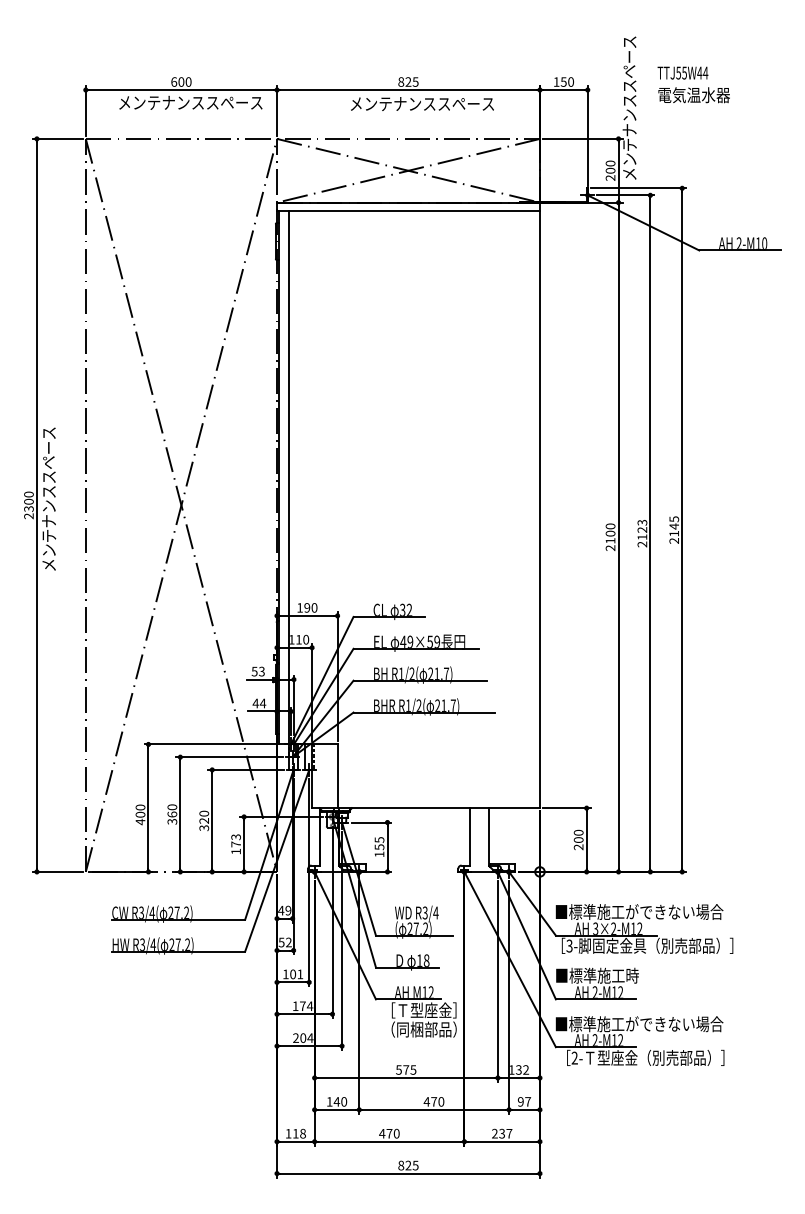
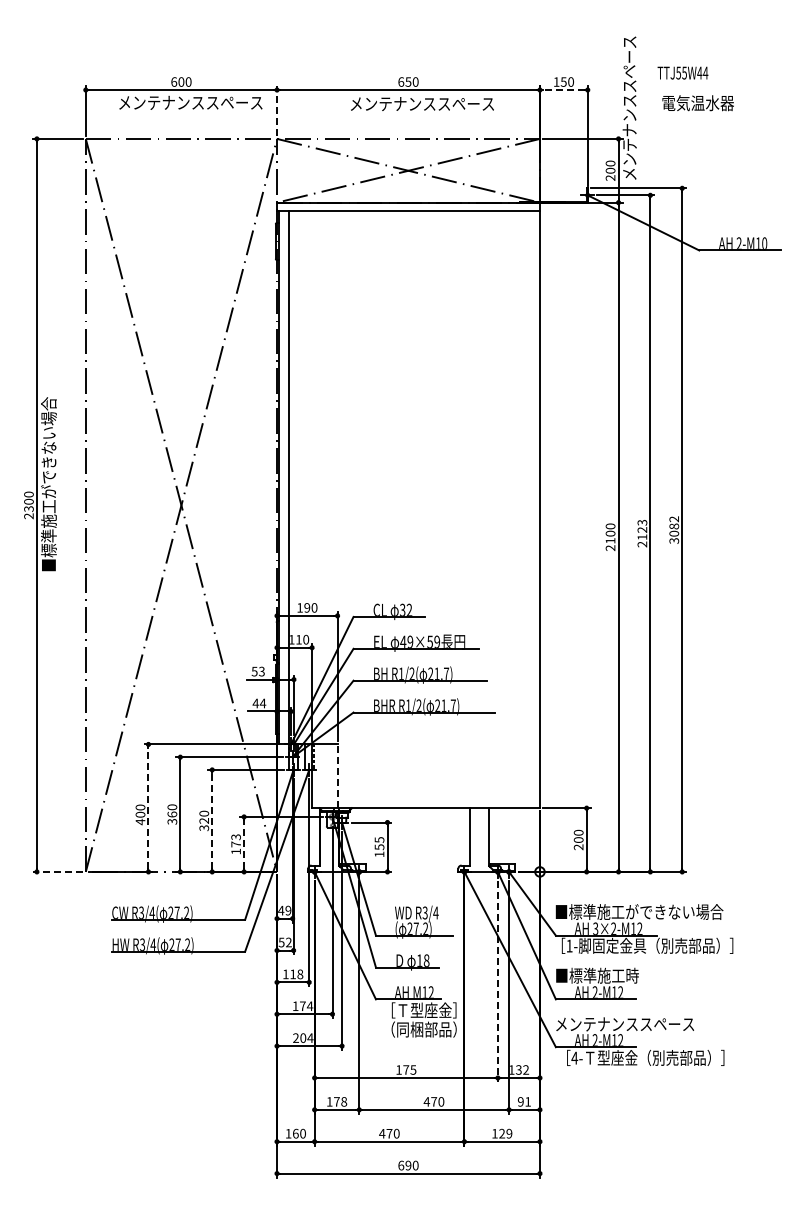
text at (408, 81): 825 -> 650
line at (563, 90): solid -> dashed
text at (693, 95) position: (693, 95) -> (697, 103)
line at (277, 110): solid -> dashed
text at (48, 484): メンテナンススペース -> ■標準施工ができない場合
text at (674, 529): 2145 -> 3082
line at (337, 776): solid -> dashed
line at (148, 808): solid -> dashed
line at (212, 820): solid -> dashed
line at (244, 843): solid -> dashed
line at (57, 871): solid -> dashed
text at (569, 945): 3- -> 1-
text at (296, 974): 101 -> 118
line at (497, 982): solid -> dashed
text at (639, 1024): ■標準施工ができない場合 -> メンテナンススペース
text at (574, 1057): 2- -> 4-
text at (398, 1069): 575 -> 175
text at (340, 1101): 140 -> 178
text at (528, 1101): 97 -> 91
text at (299, 1133): 118 -> 160
text at (502, 1133): 237 -> 129
text at (408, 1165): 825 -> 690
